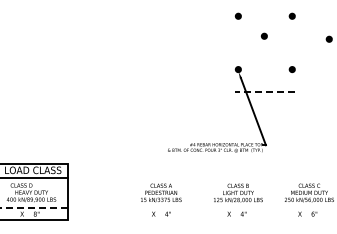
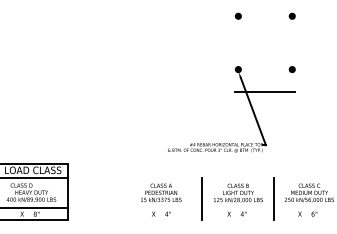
part at (263, 35): present -> none
part at (328, 38): present -> none
line at (264, 91): dashed -> solid
line at (201, 198): none -> present
line at (273, 198): none -> present
line at (33, 207): dashed -> solid
